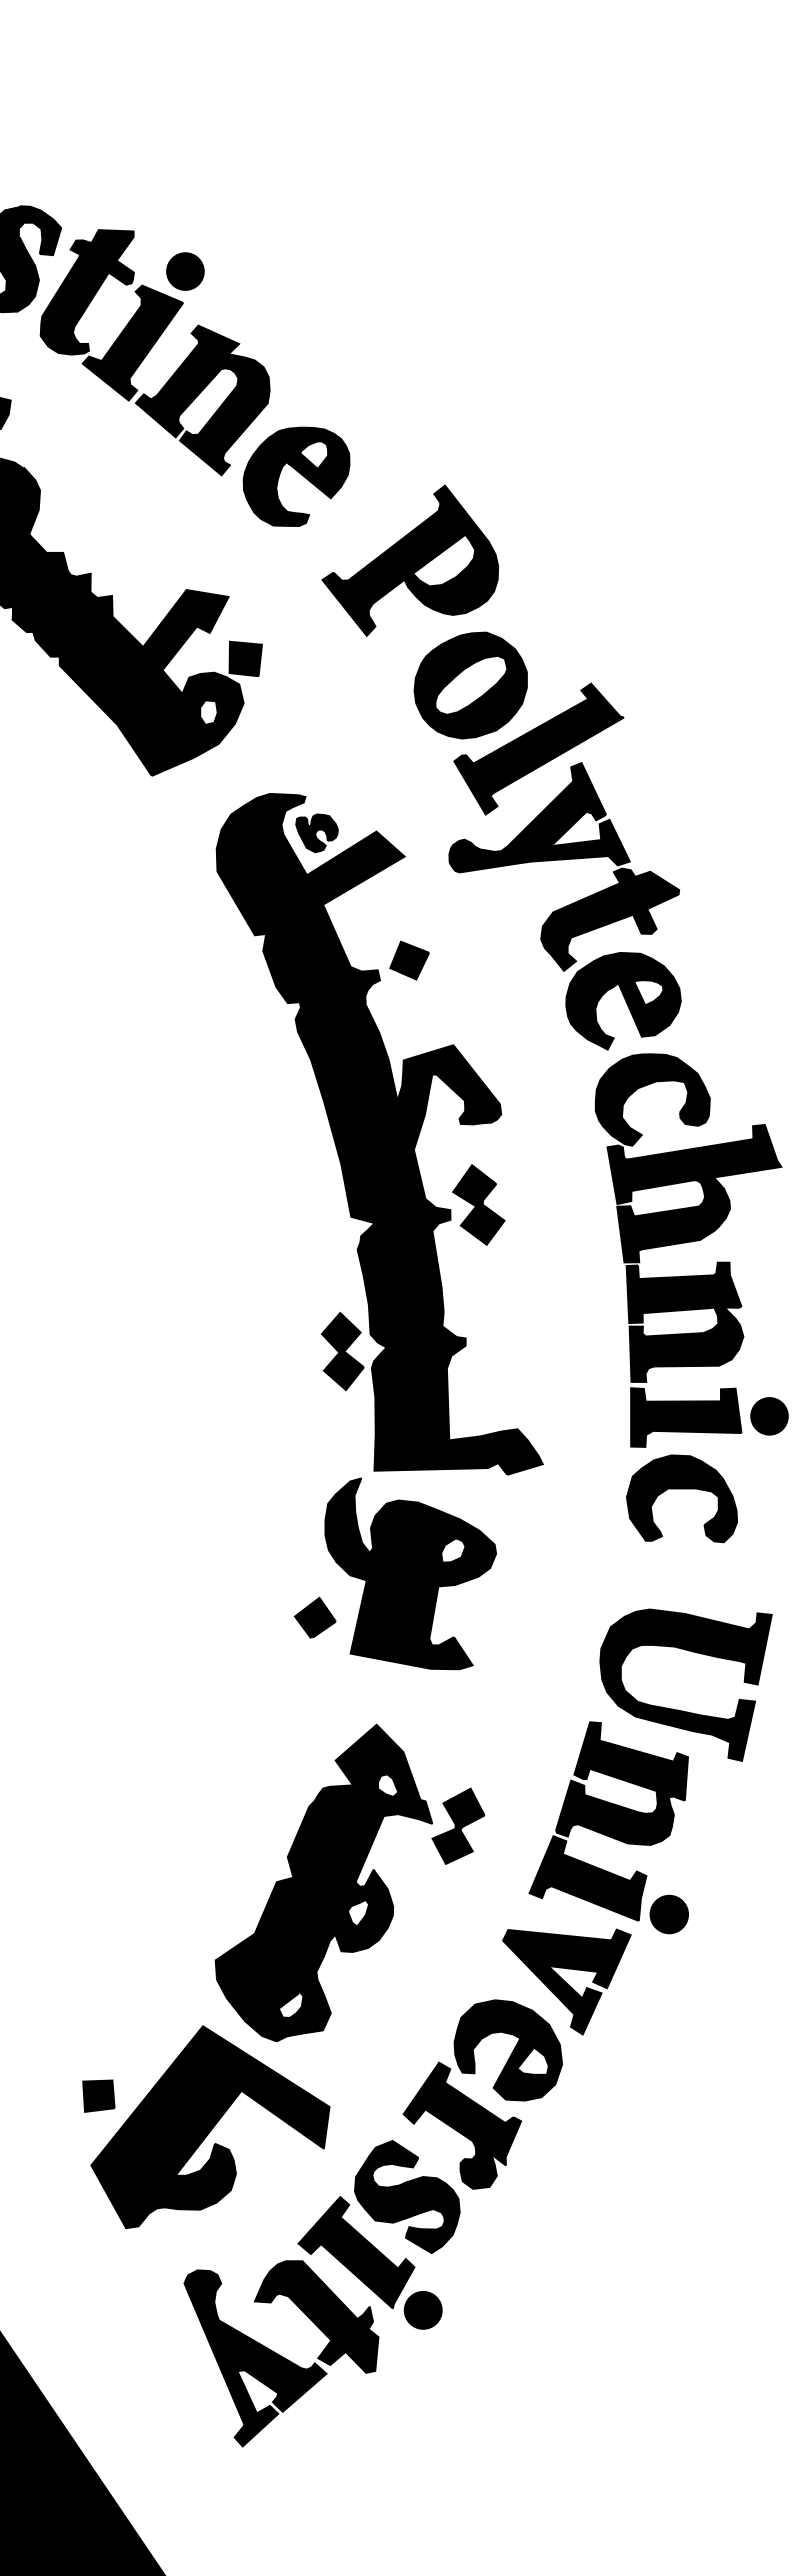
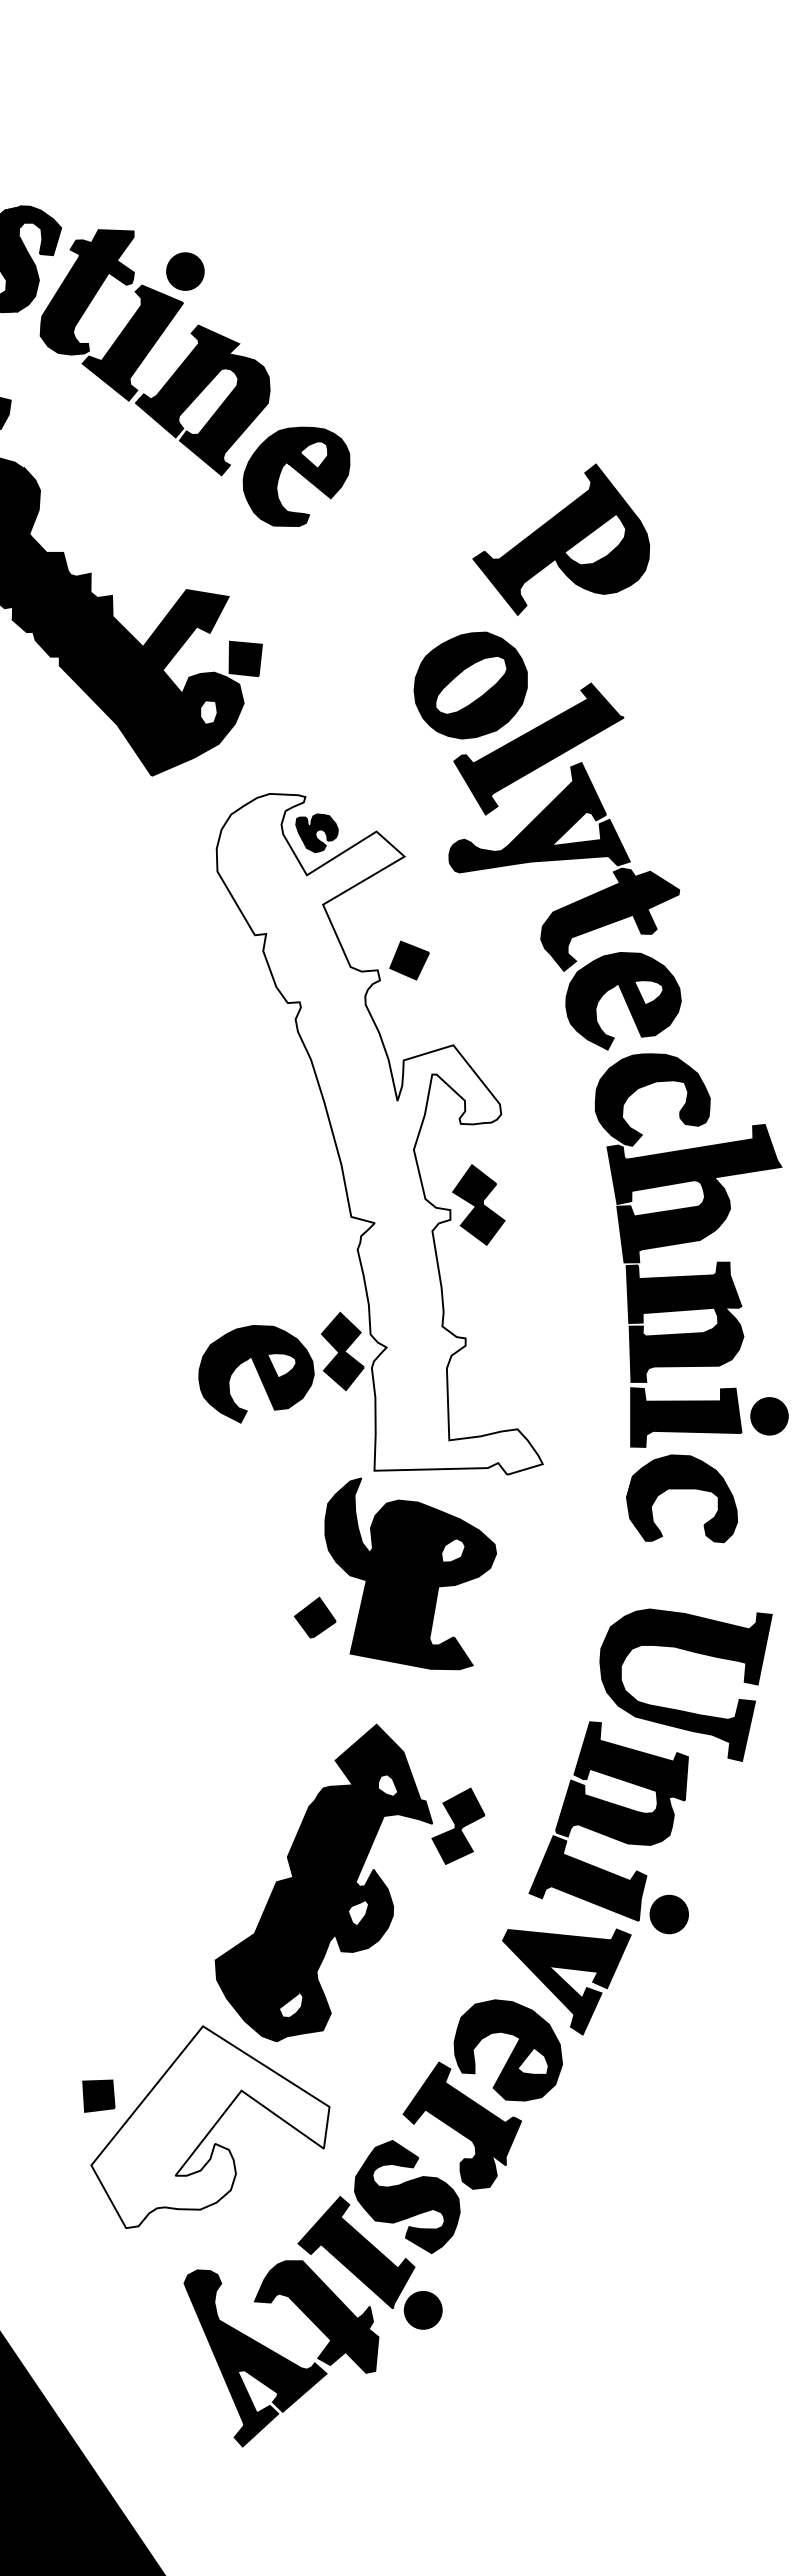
part at (410, 560) position: (410, 560) -> (561, 539)
fill at (379, 1133): present -> none
part at (256, 1374): none -> present
fill at (210, 2127): present -> none
